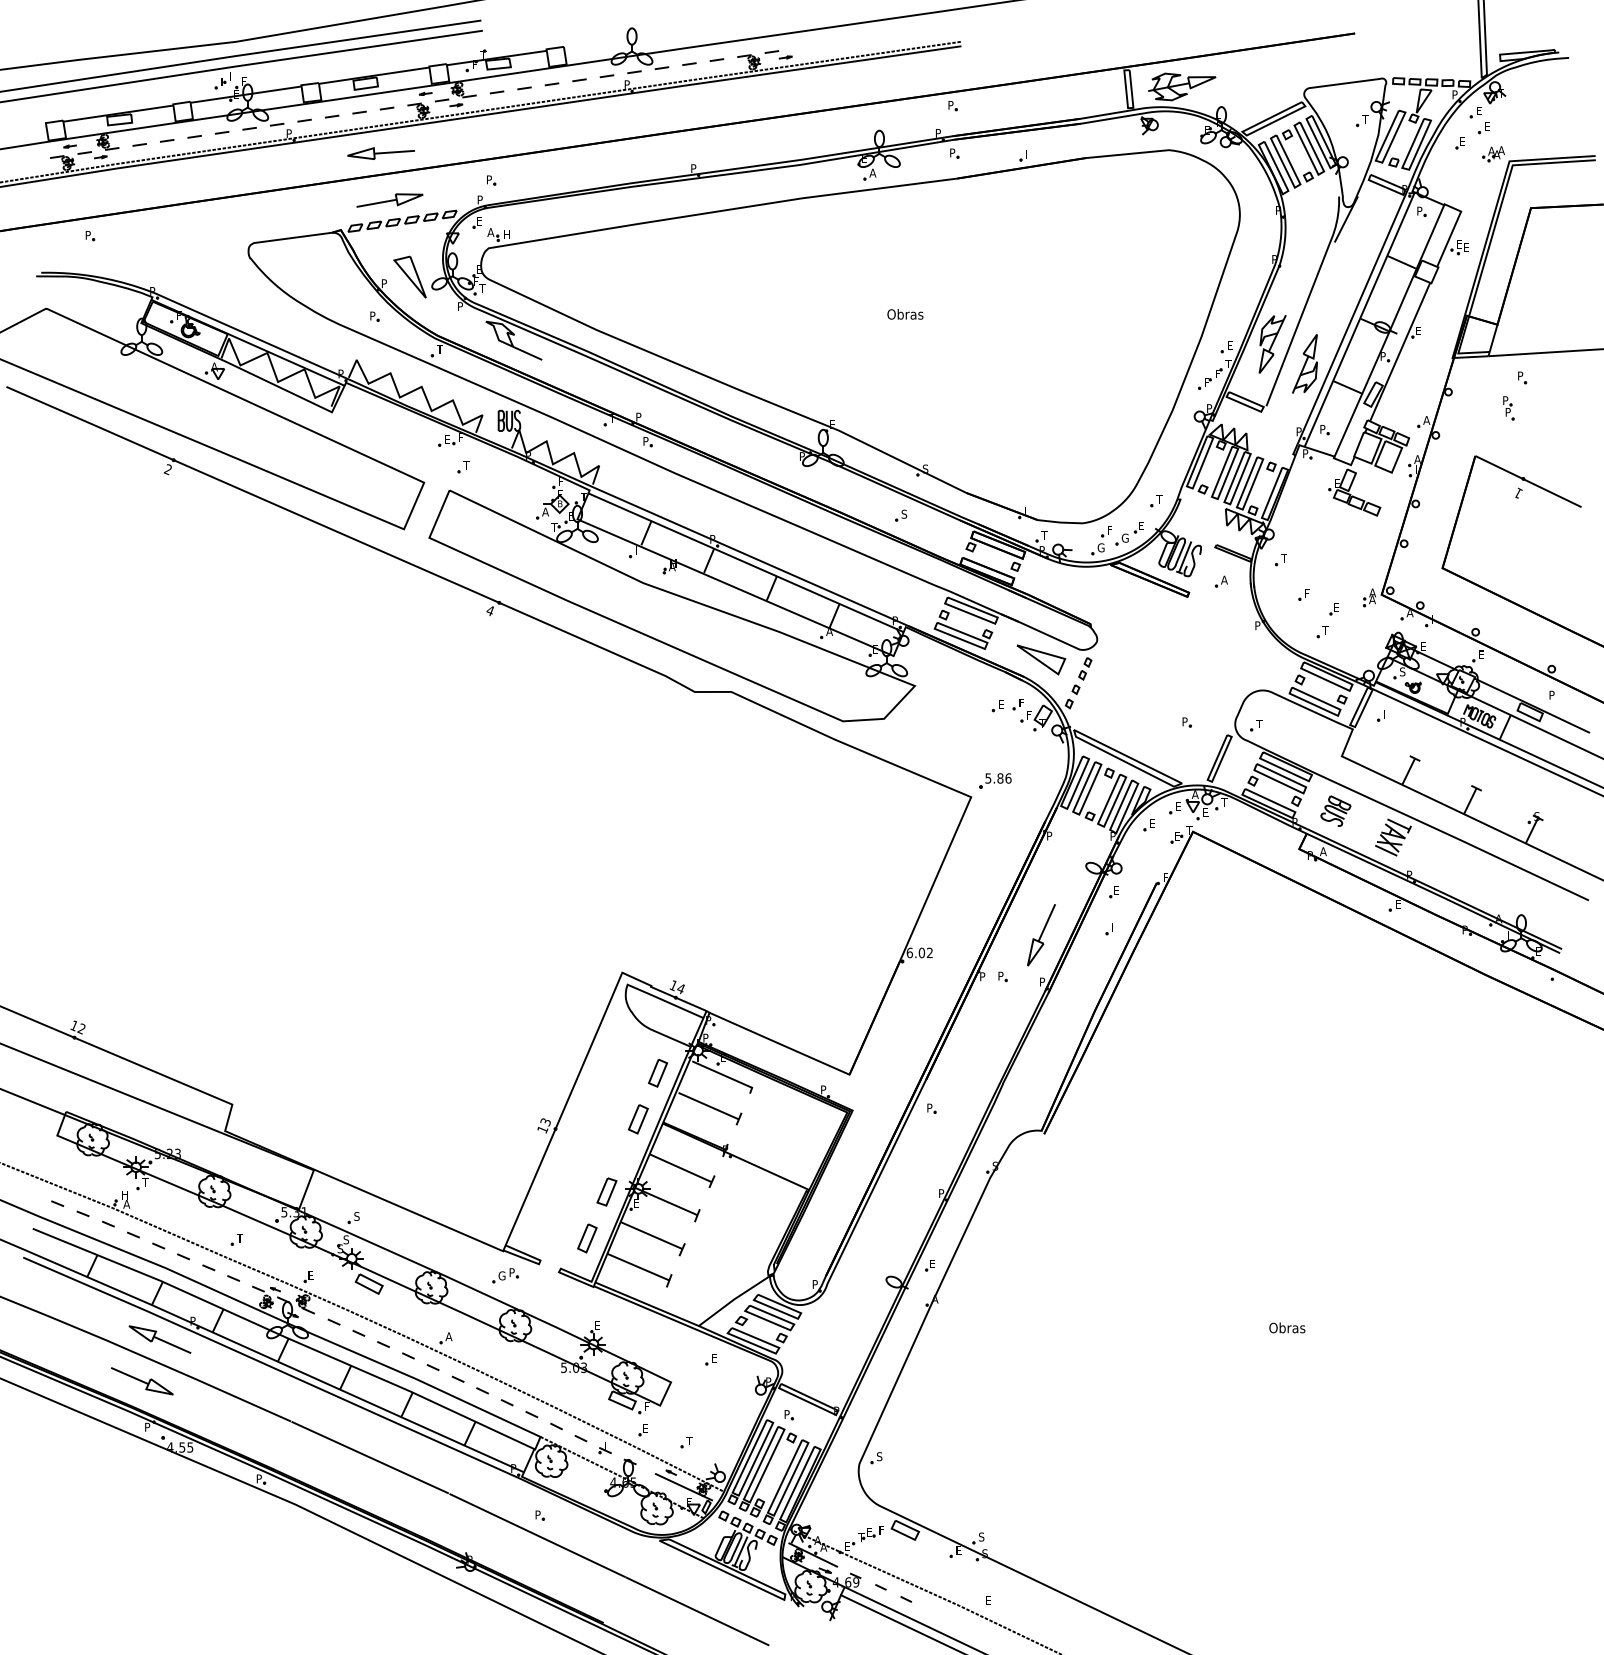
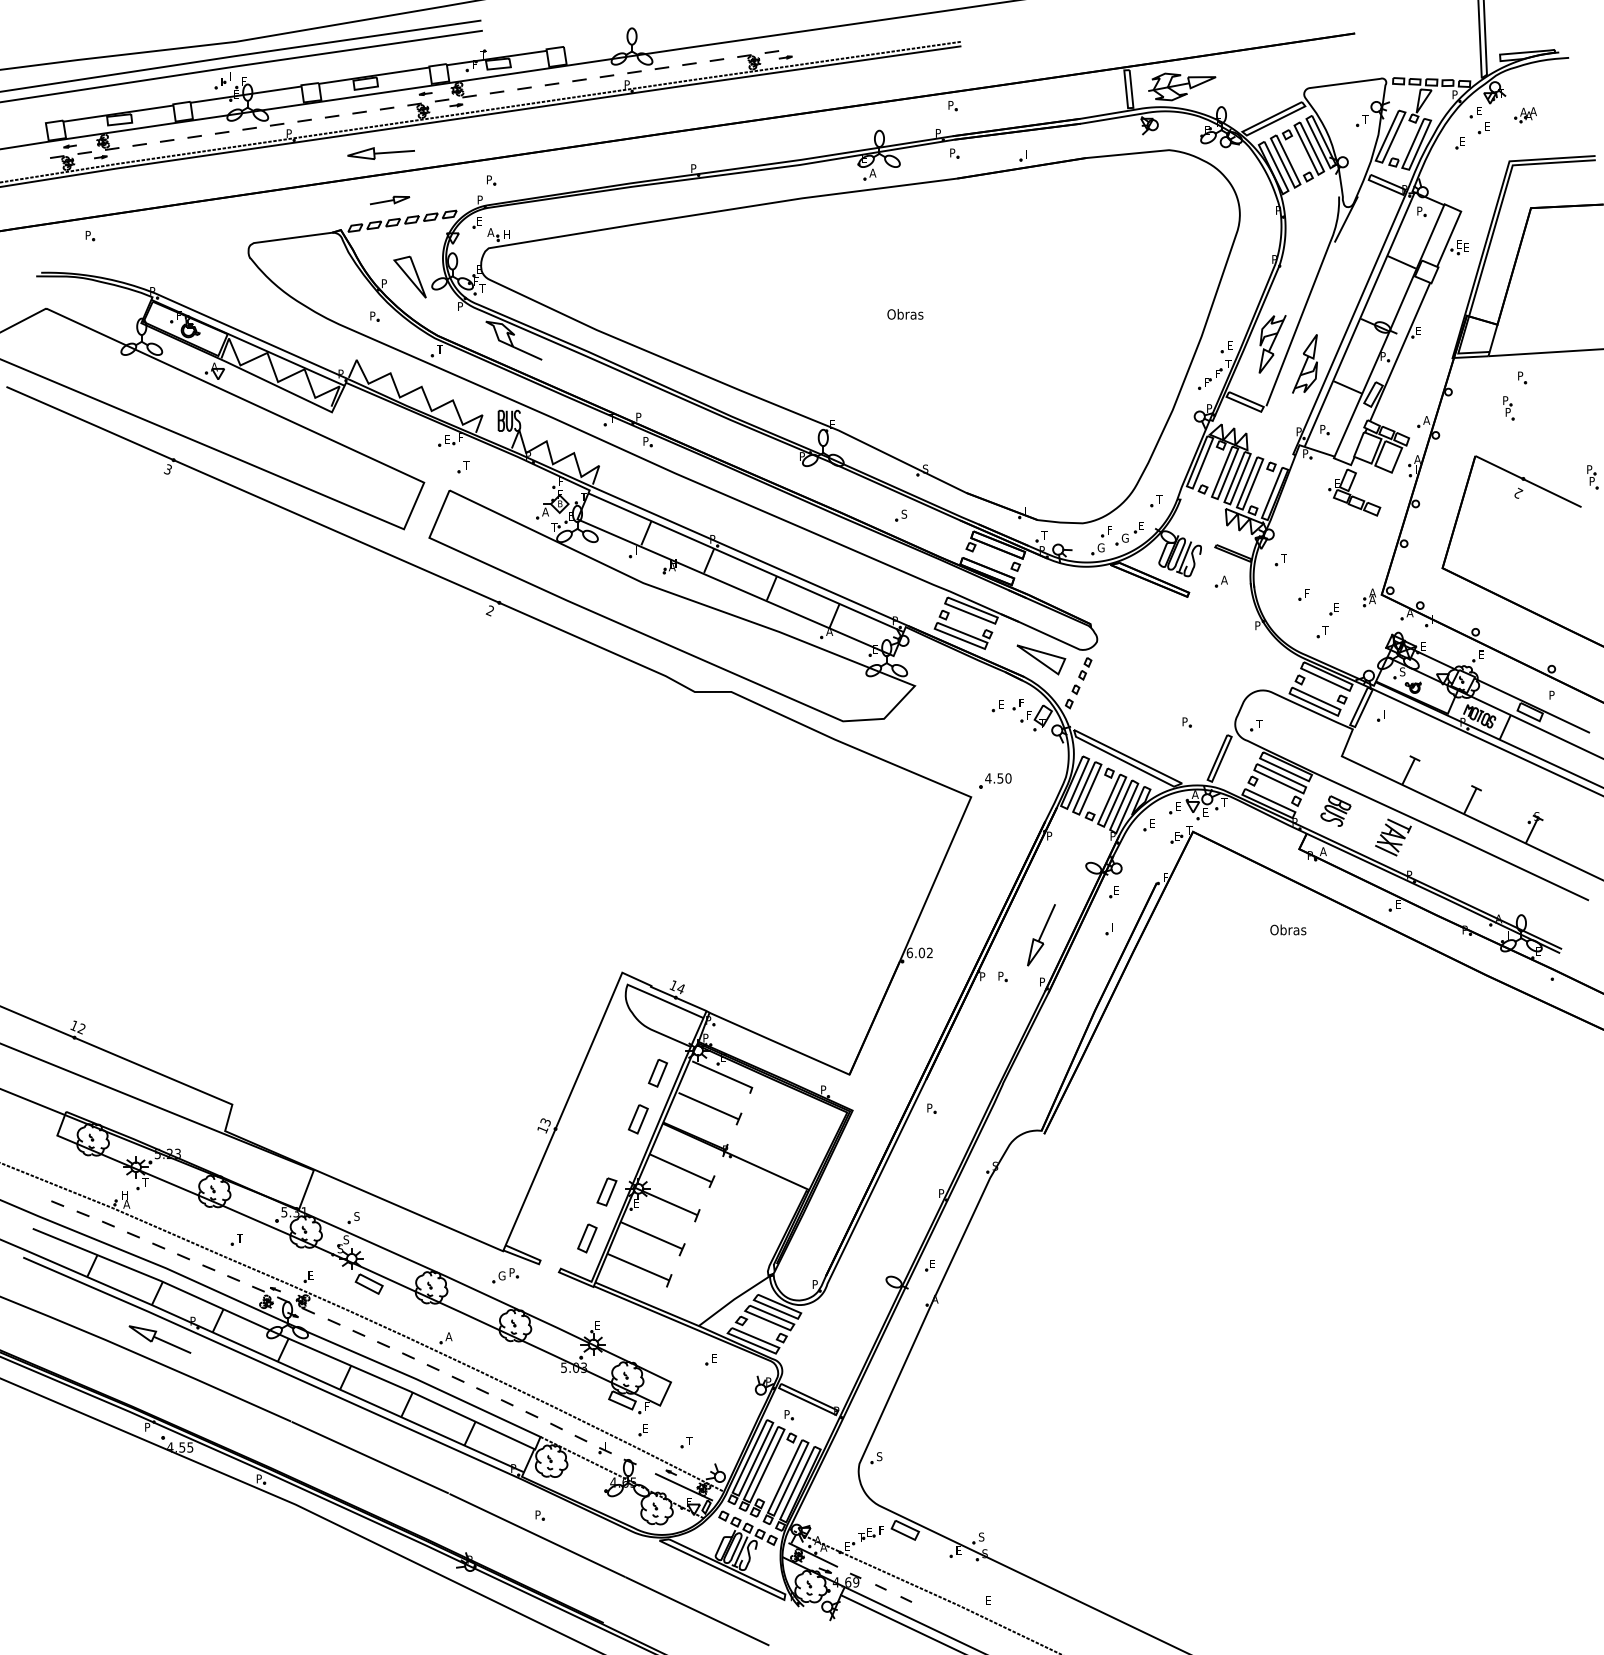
part at (1493, 154) position: (1493, 154) -> (1525, 115)
part at (389, 200) size: 68x15 px -> 41x11 px
text at (167, 469): 2 -> 3
part at (1592, 477): none -> present
text at (1518, 493): 1 -> 2
text at (489, 610): 4 -> 2
text at (998, 778): 5.86 -> 4.50
text at (1287, 1327) position: (1287, 1327) -> (1288, 929)
part at (142, 1381): present -> none
